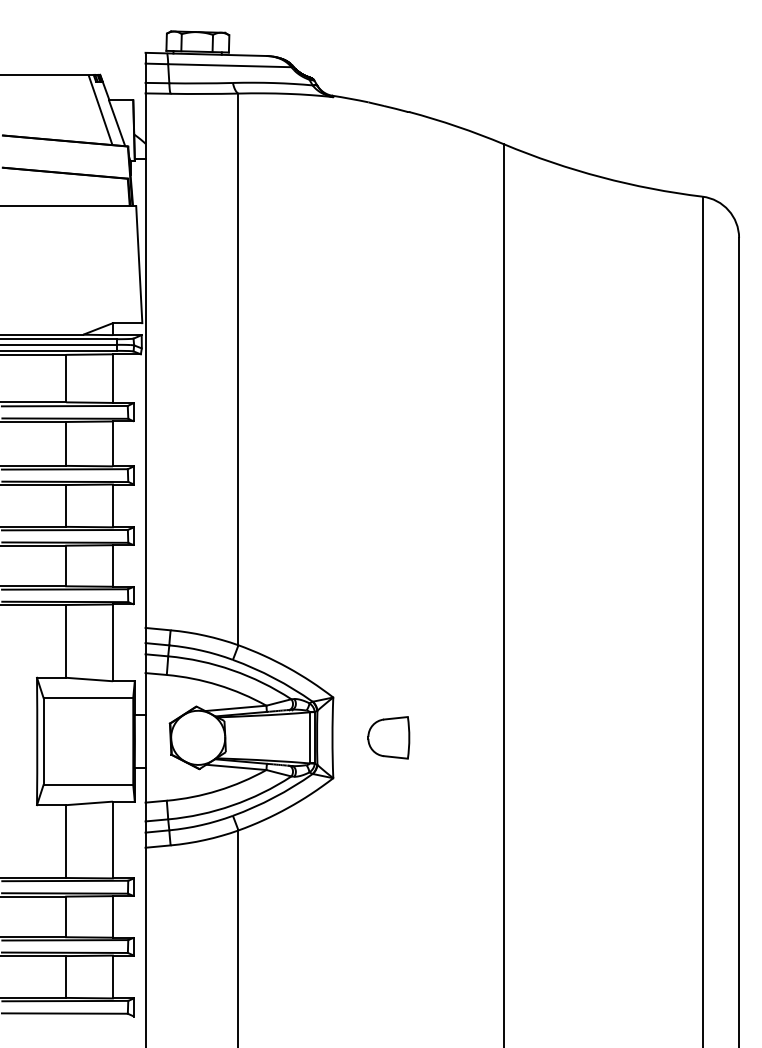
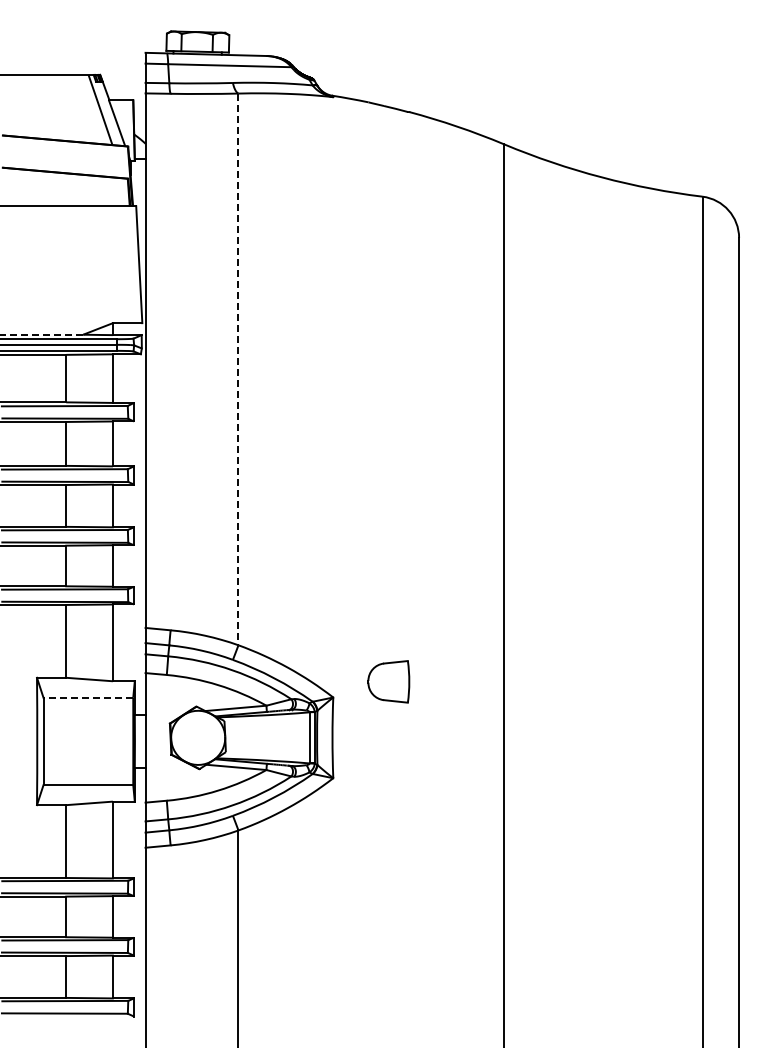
line at (41, 334): solid -> dashed
line at (238, 369): solid -> dashed
line at (88, 697): solid -> dashed
part at (388, 737) position: (388, 737) -> (388, 681)
